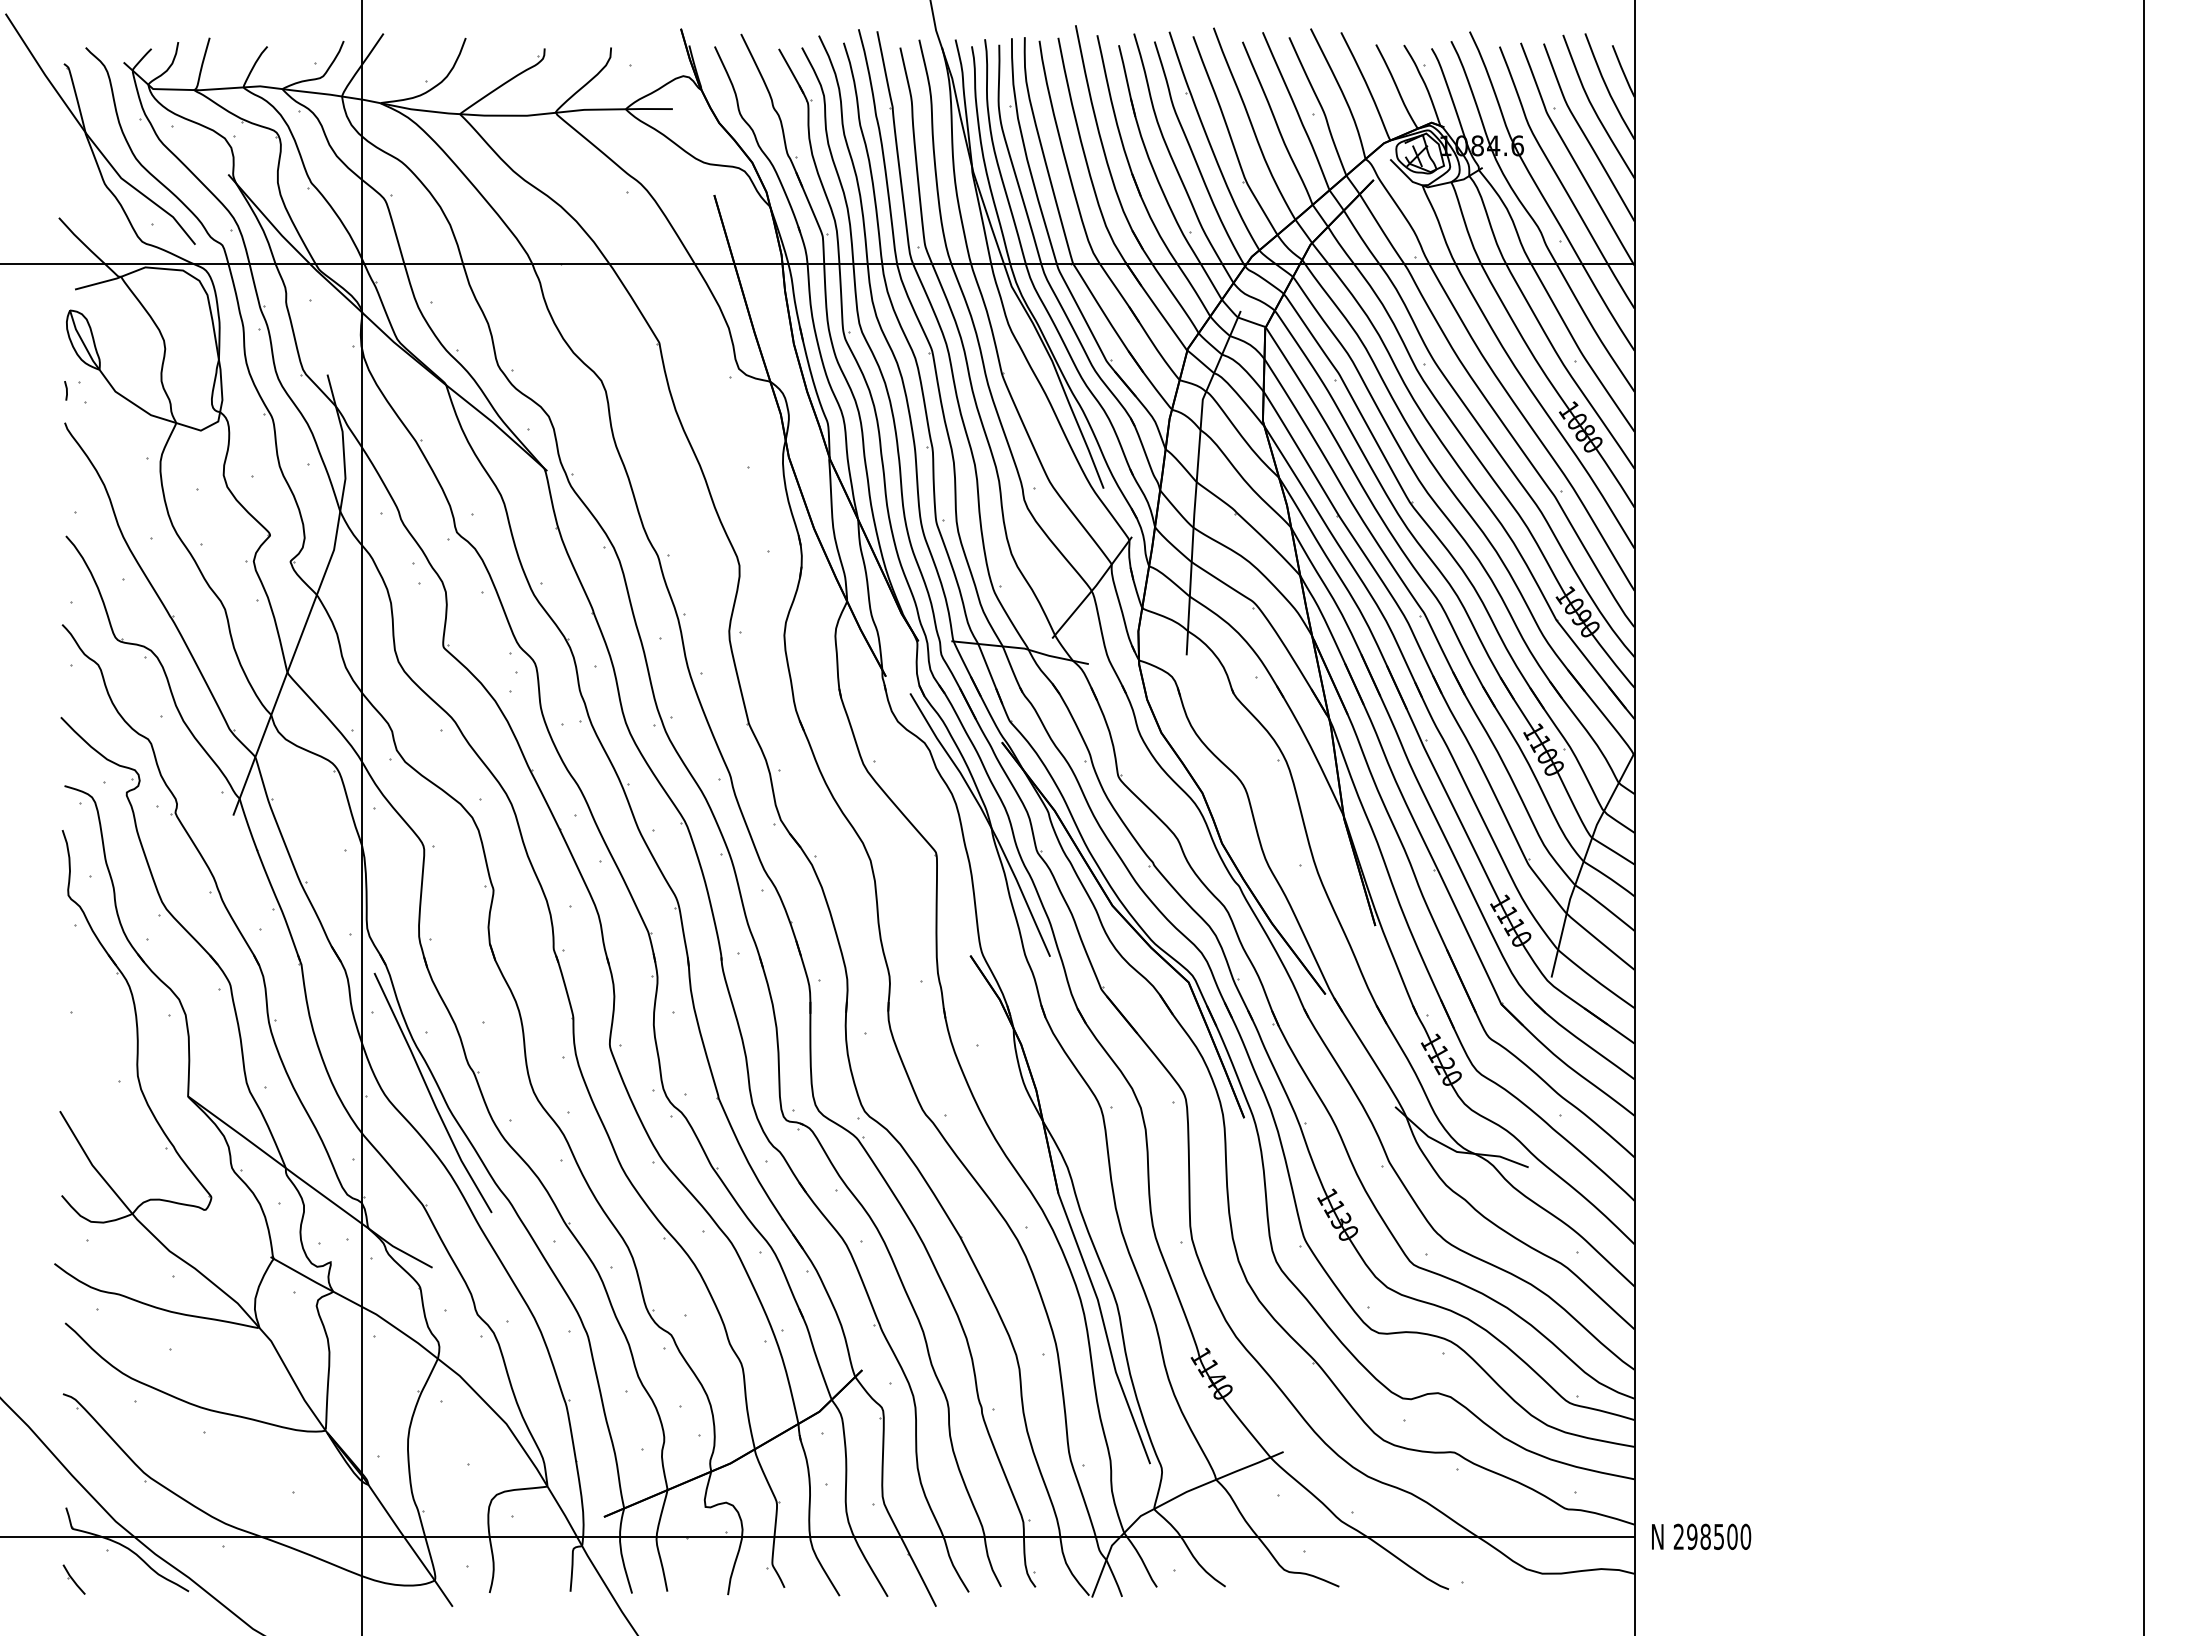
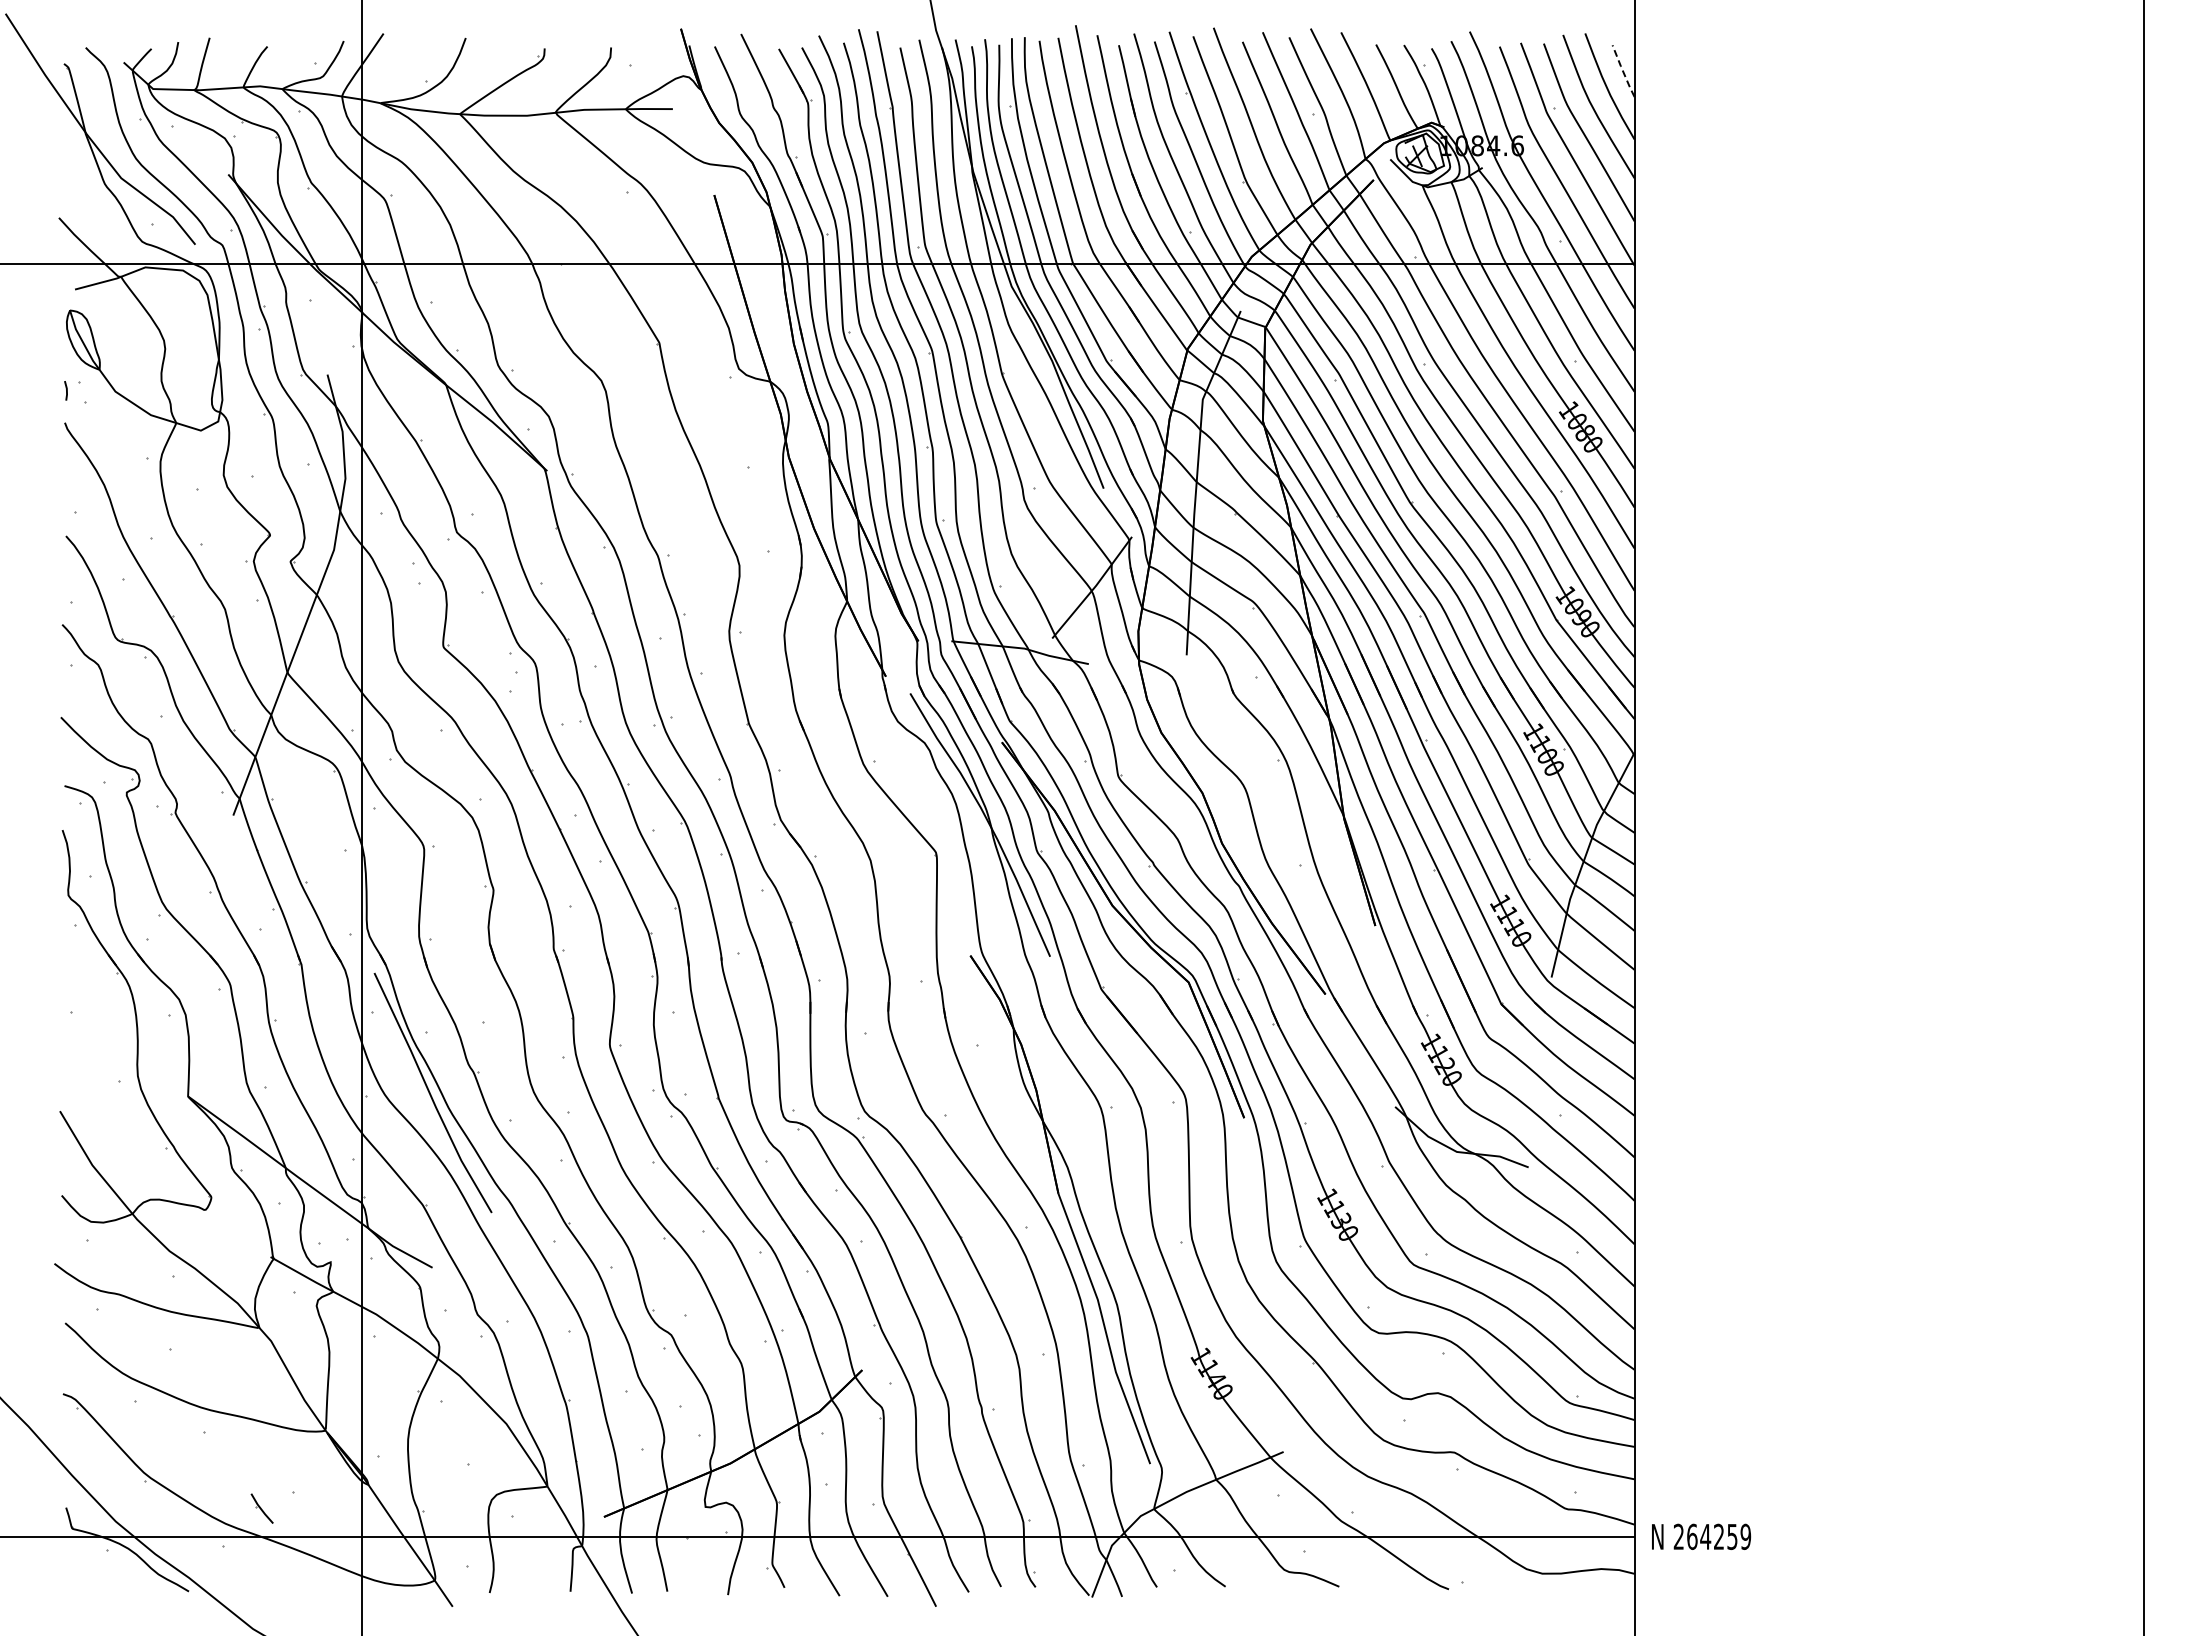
line at (1622, 71): solid -> dashed
text at (1719, 1536): 298500 -> 264259
part at (73, 1579) position: (73, 1579) -> (261, 1508)
